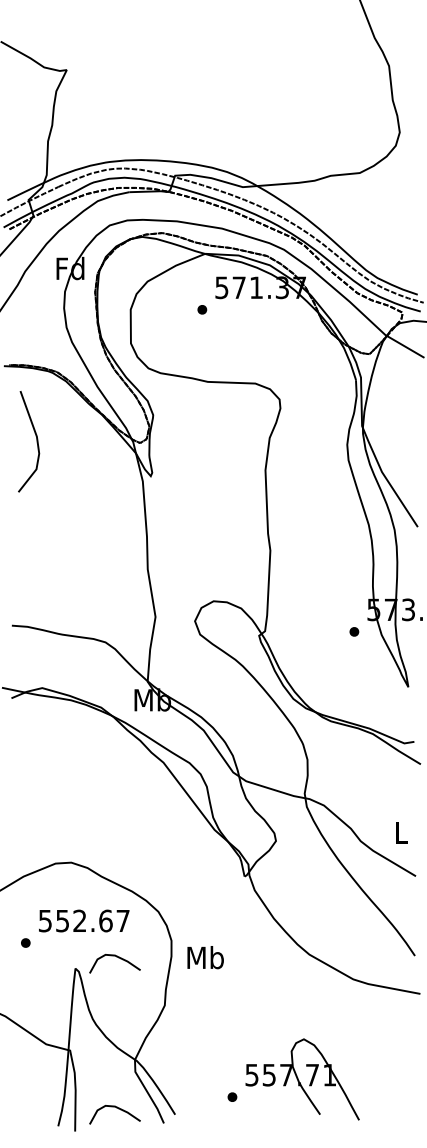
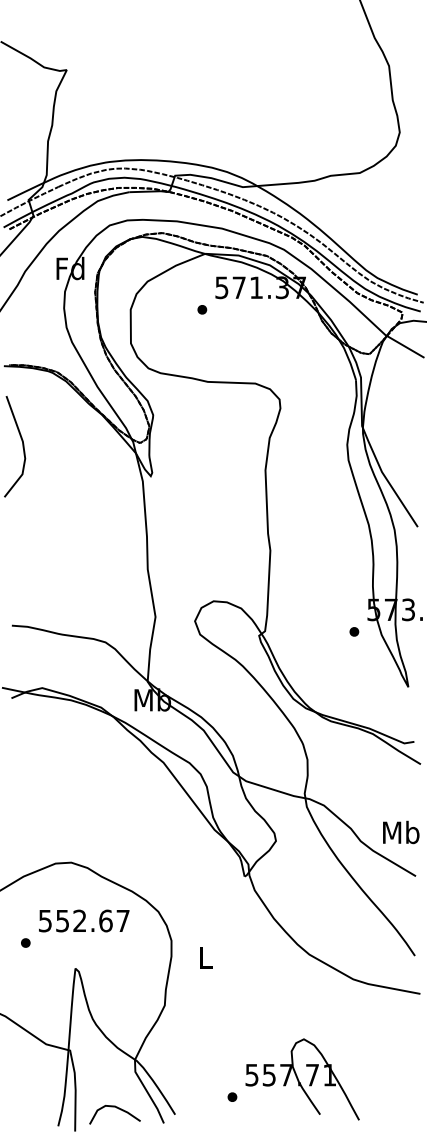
line at (36, 441) position: (36, 441) -> (22, 446)
text at (401, 832): L -> Mb
curve at (116, 957): present -> none
text at (205, 957): Mb -> L
